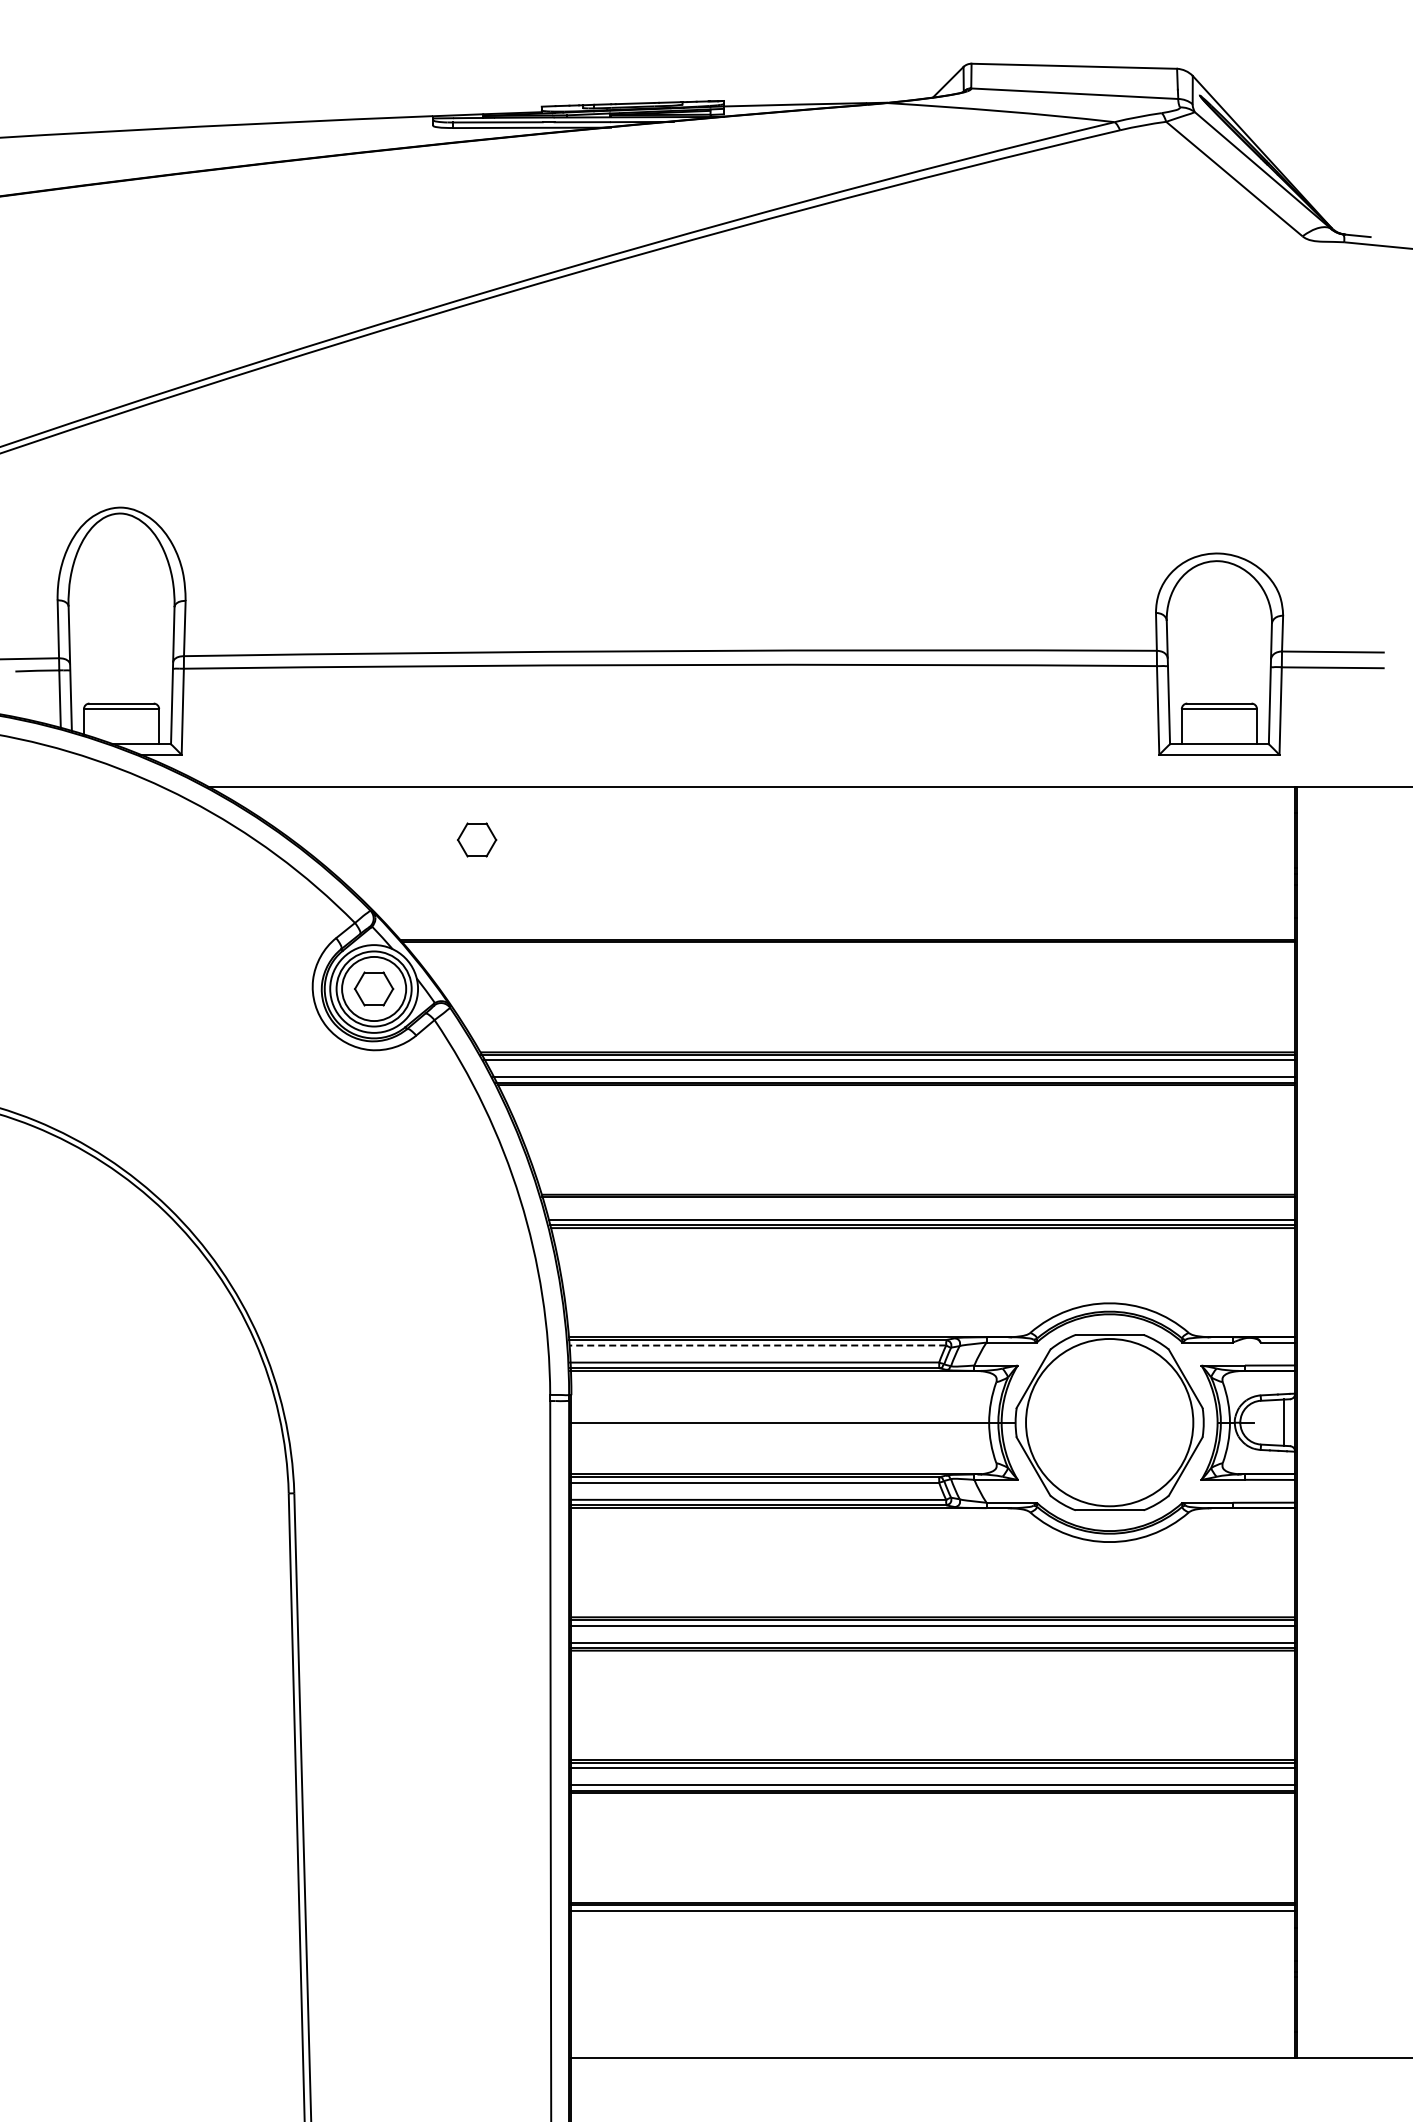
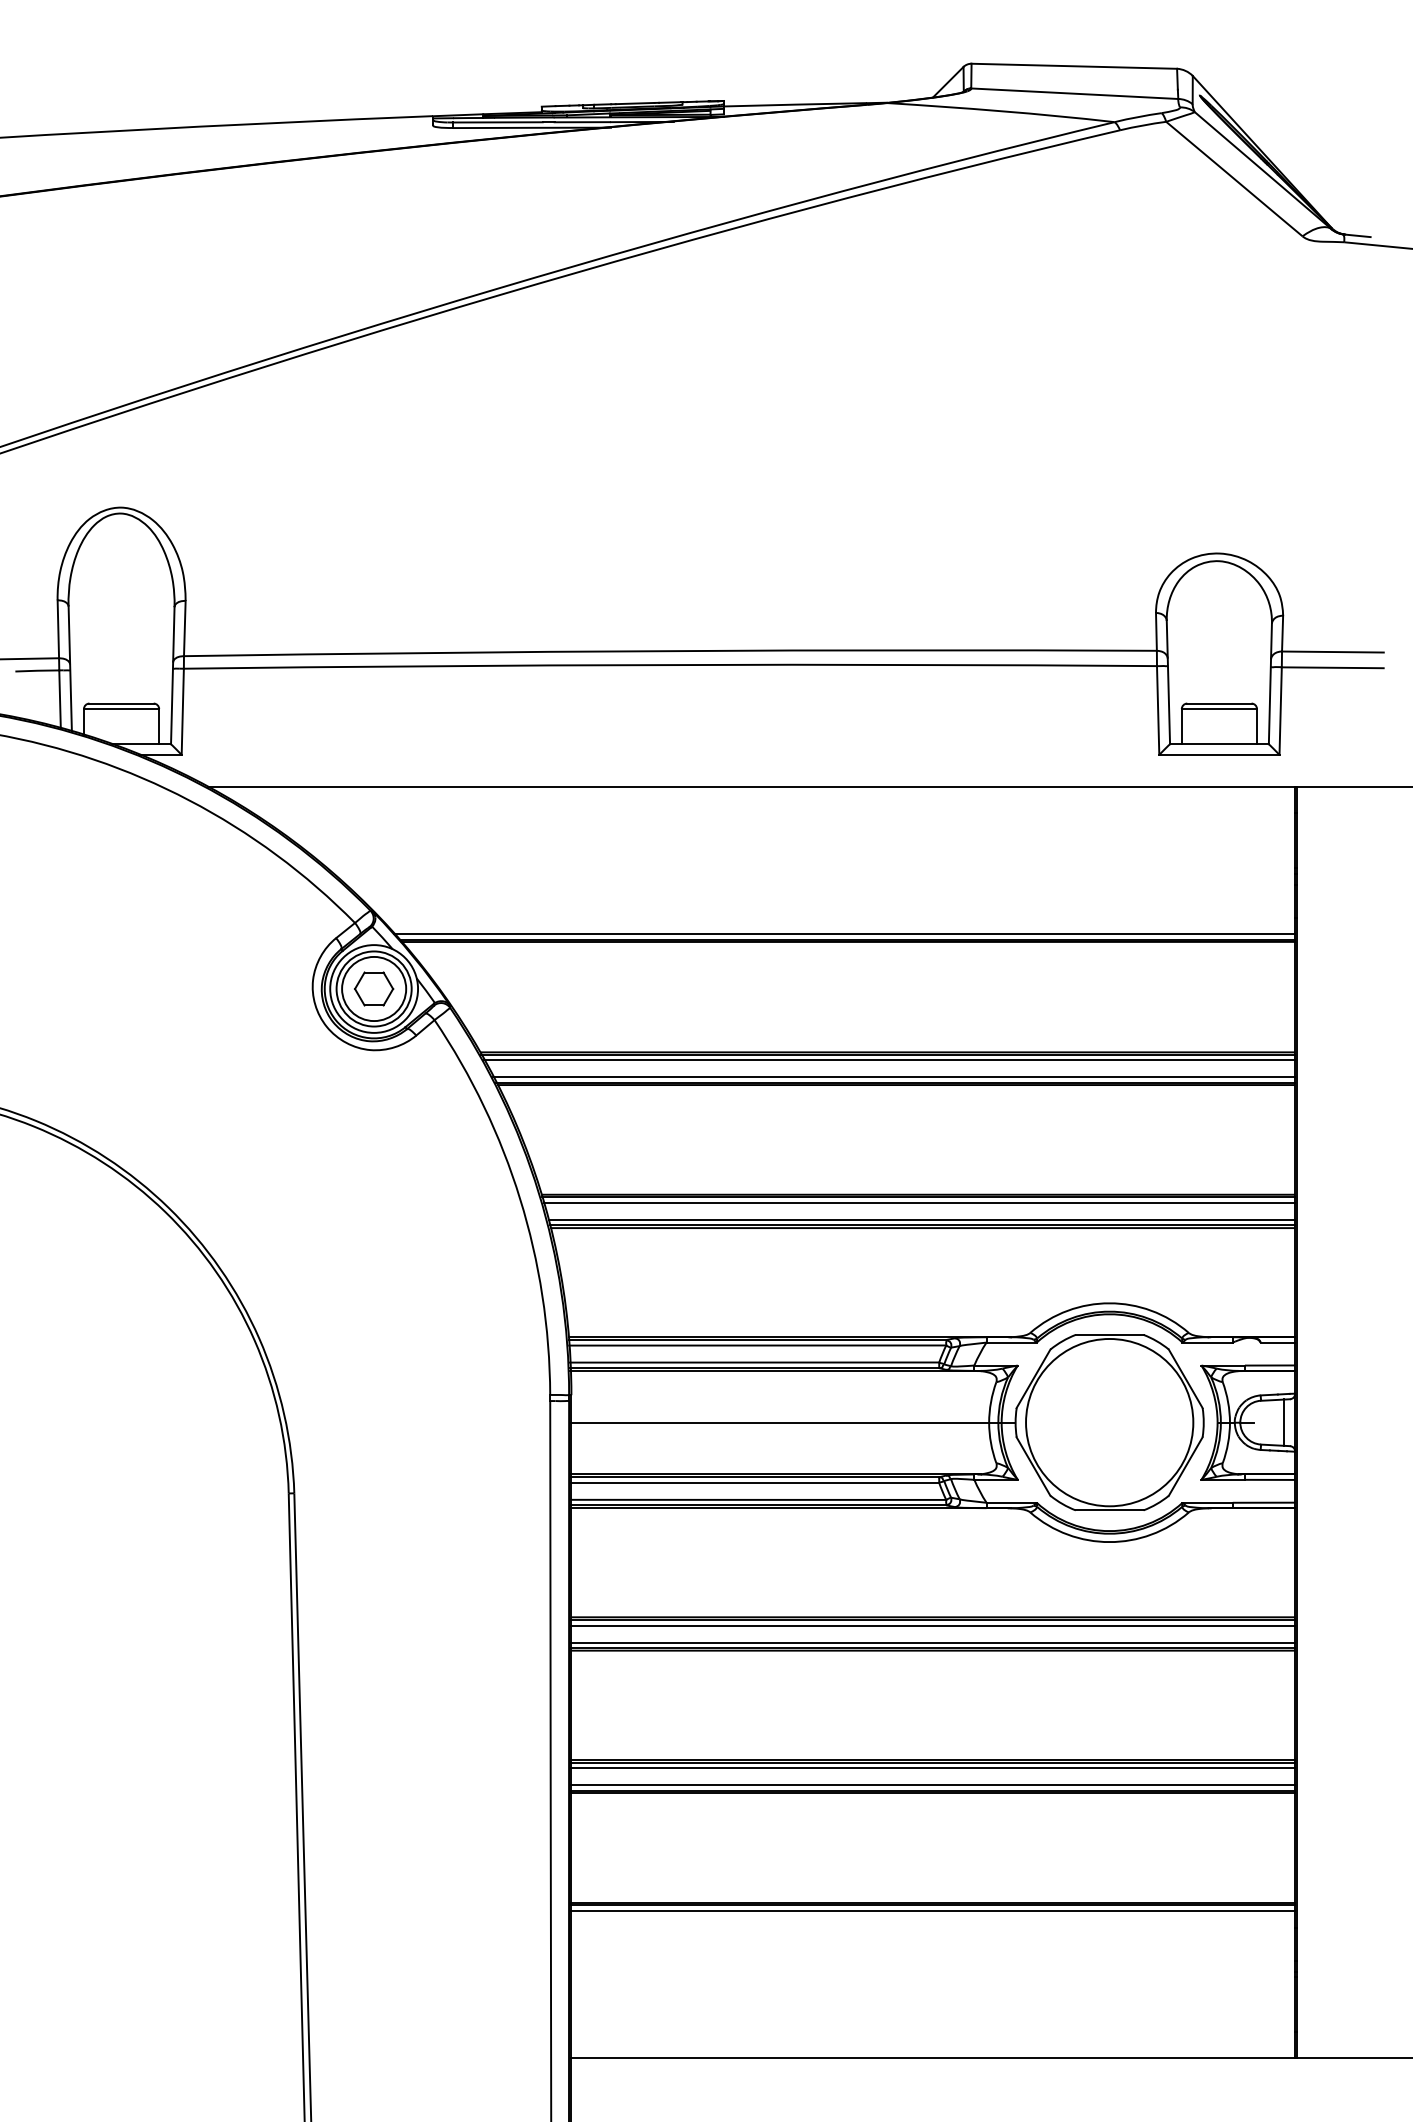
part at (477, 839): present -> none
line at (844, 934): none -> present
line at (919, 1202): none -> present
line at (757, 1345): dashed -> solid
